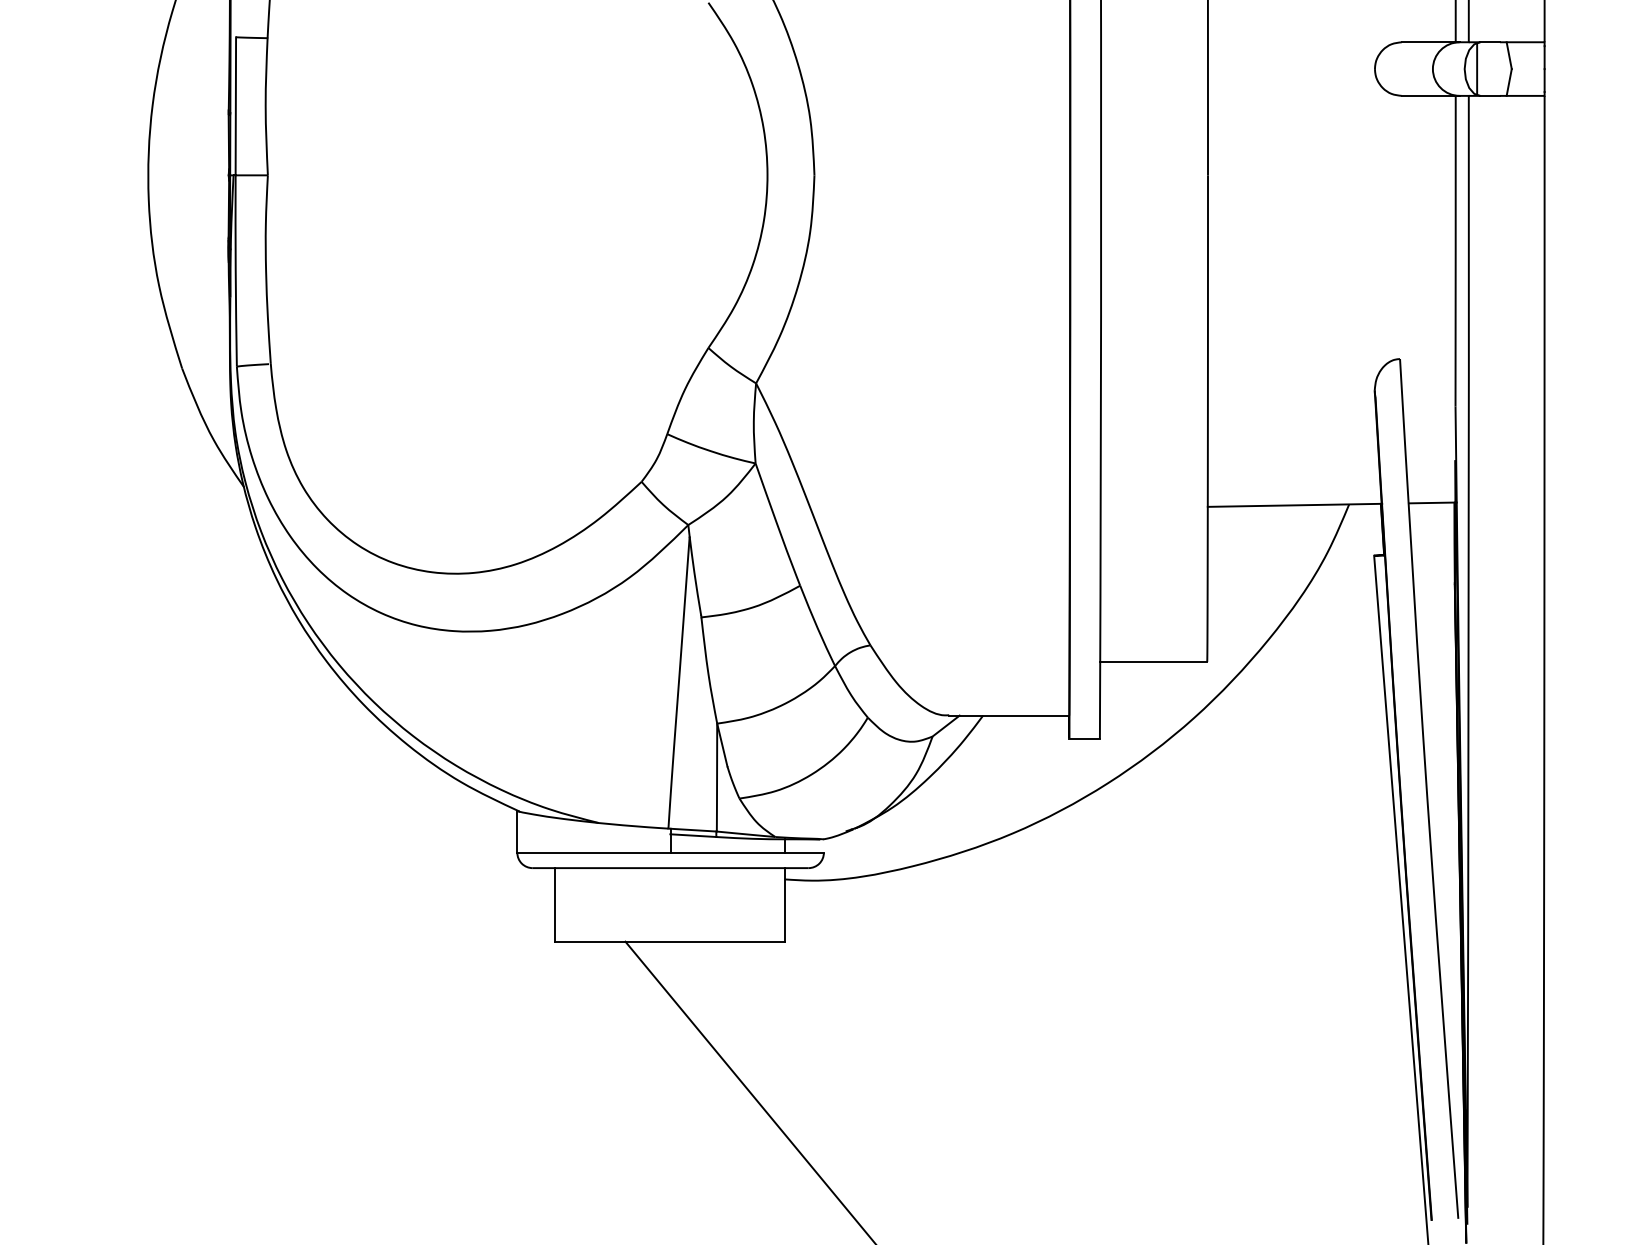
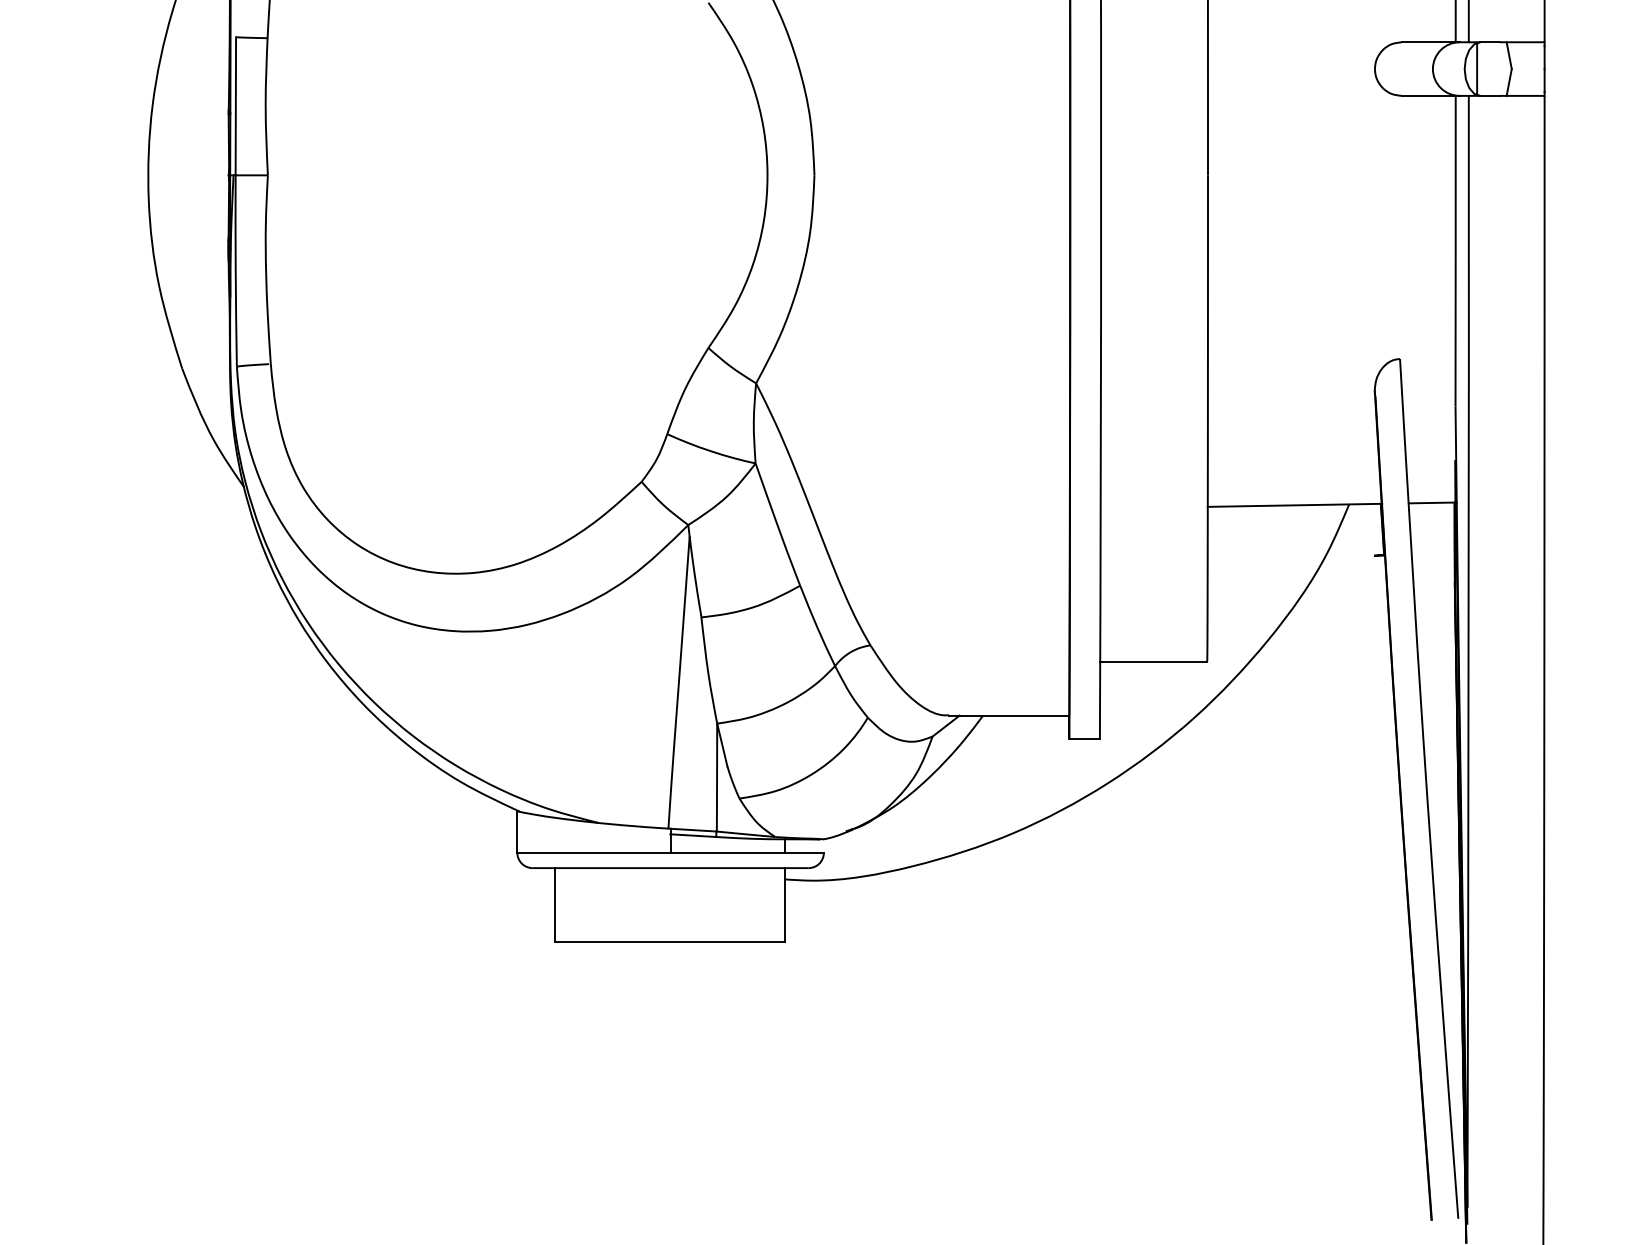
line at (1401, 898): present -> none
line at (749, 1091): present -> none
